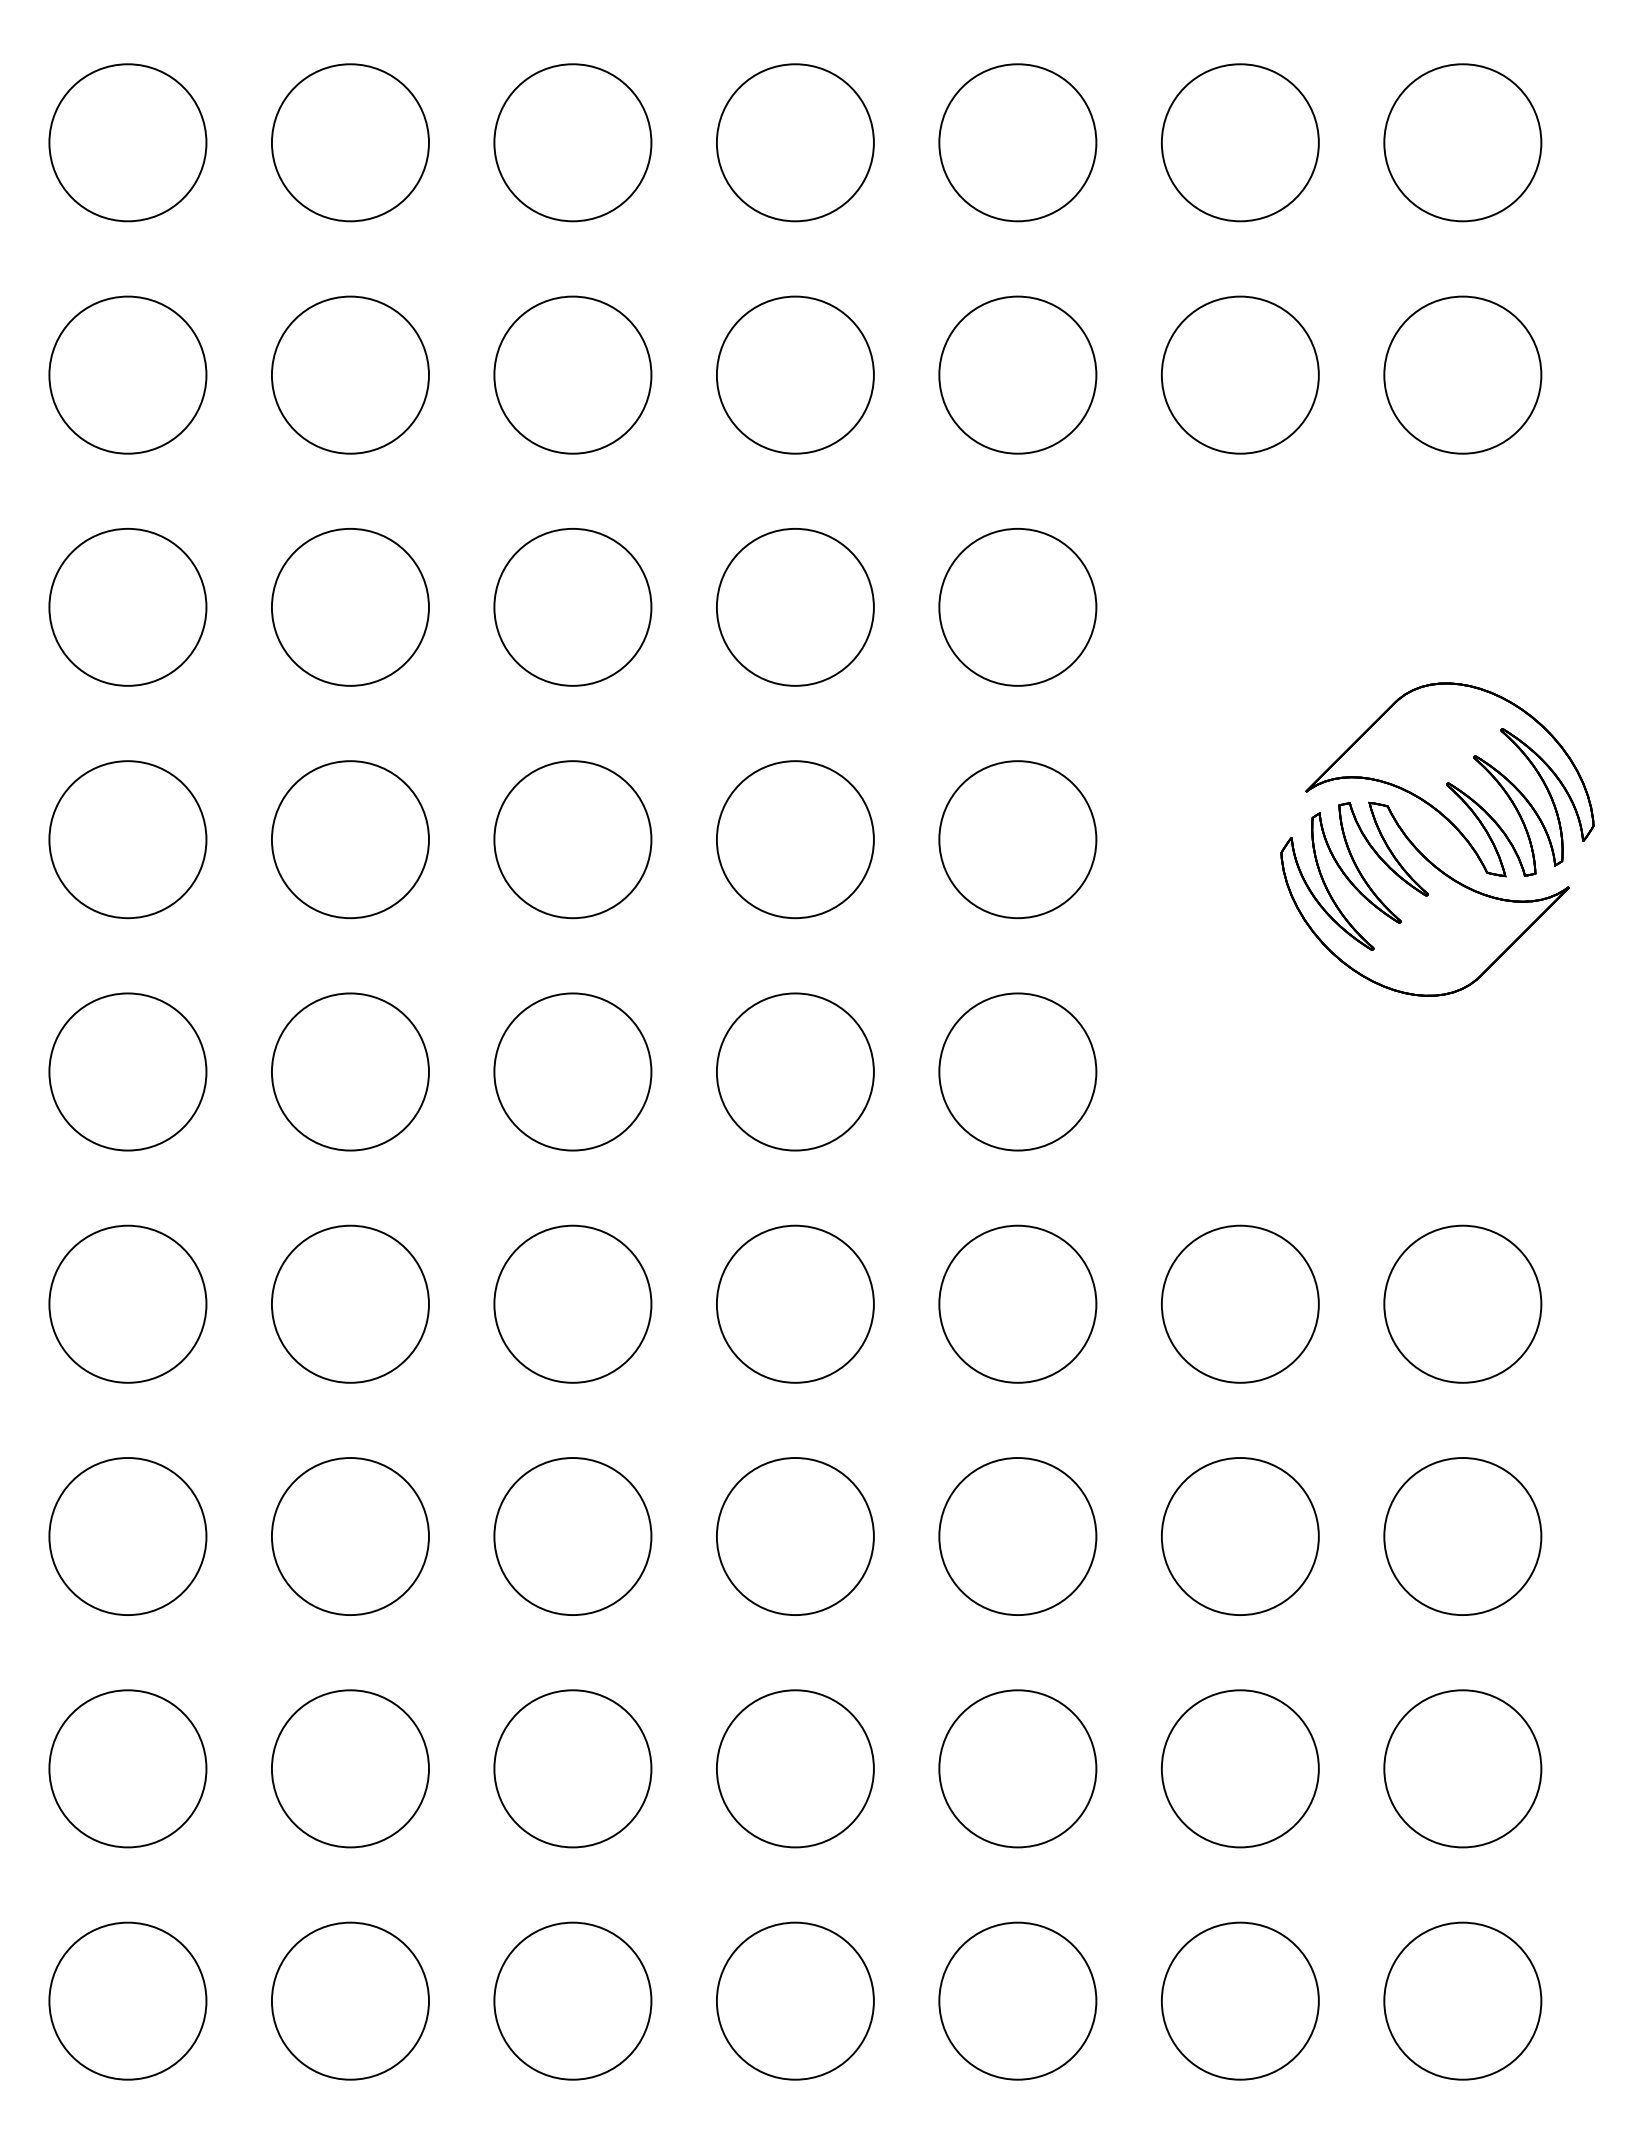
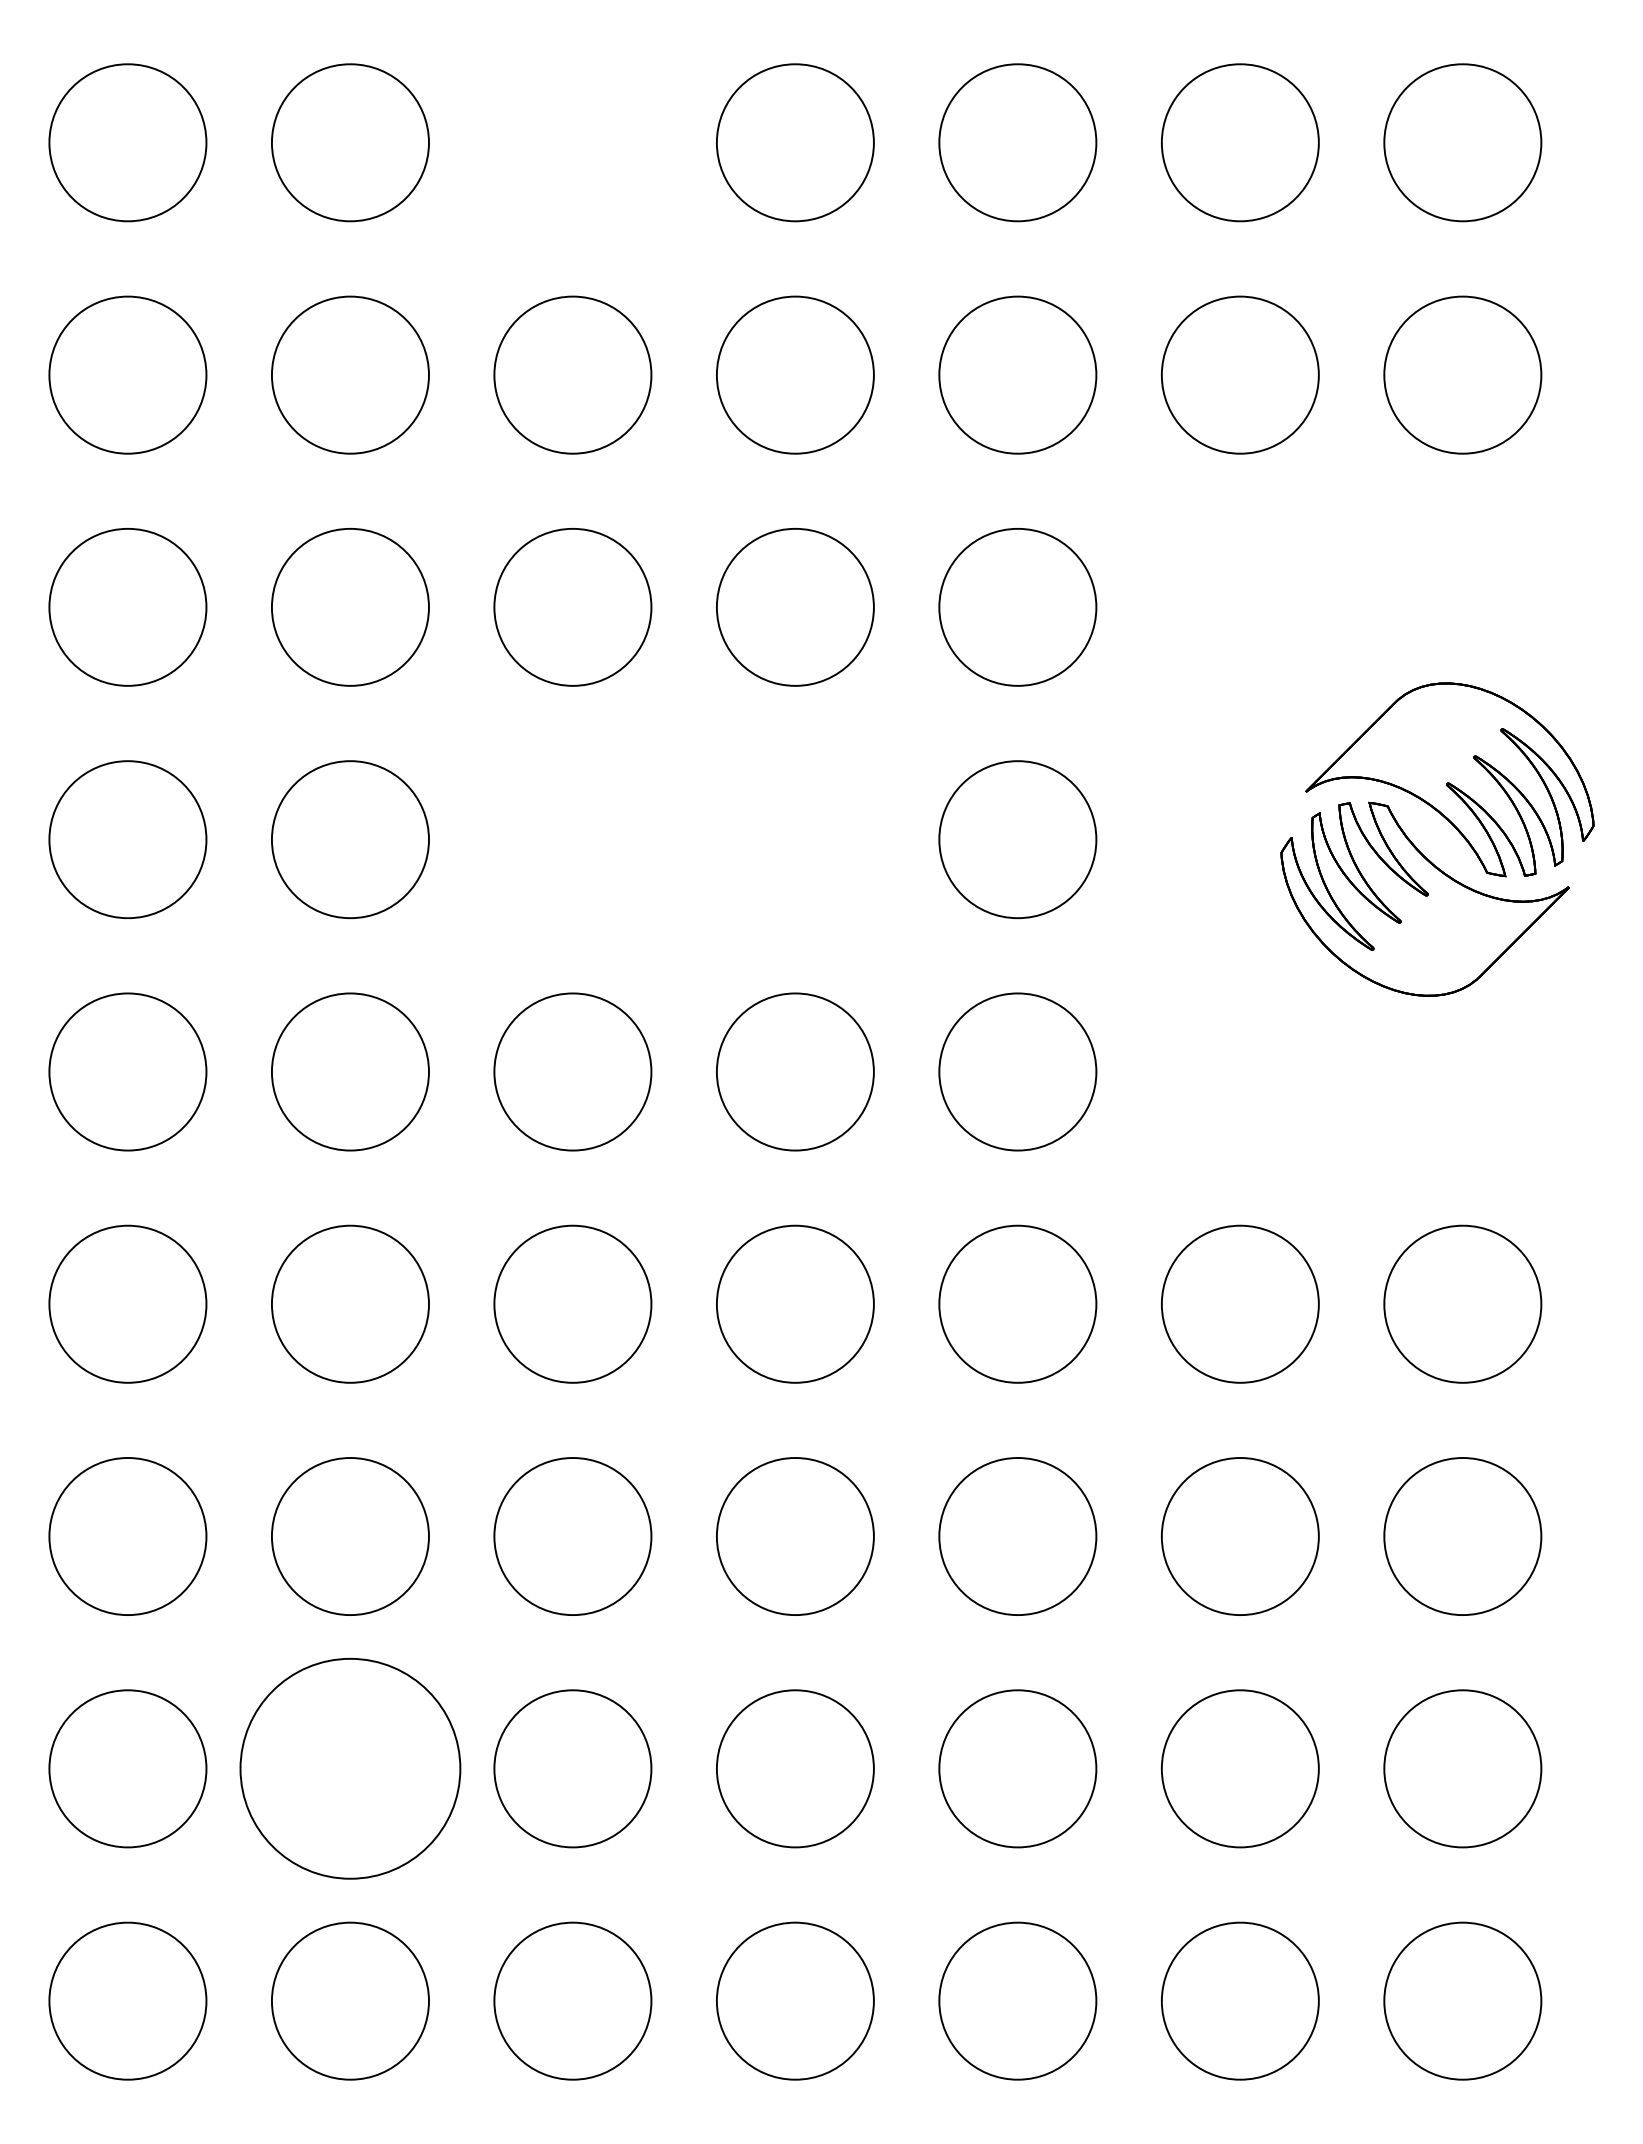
part at (572, 142): present -> none
part at (572, 839): present -> none
part at (795, 839): present -> none
part at (350, 1768) size: 159x160 px -> 223x223 px
